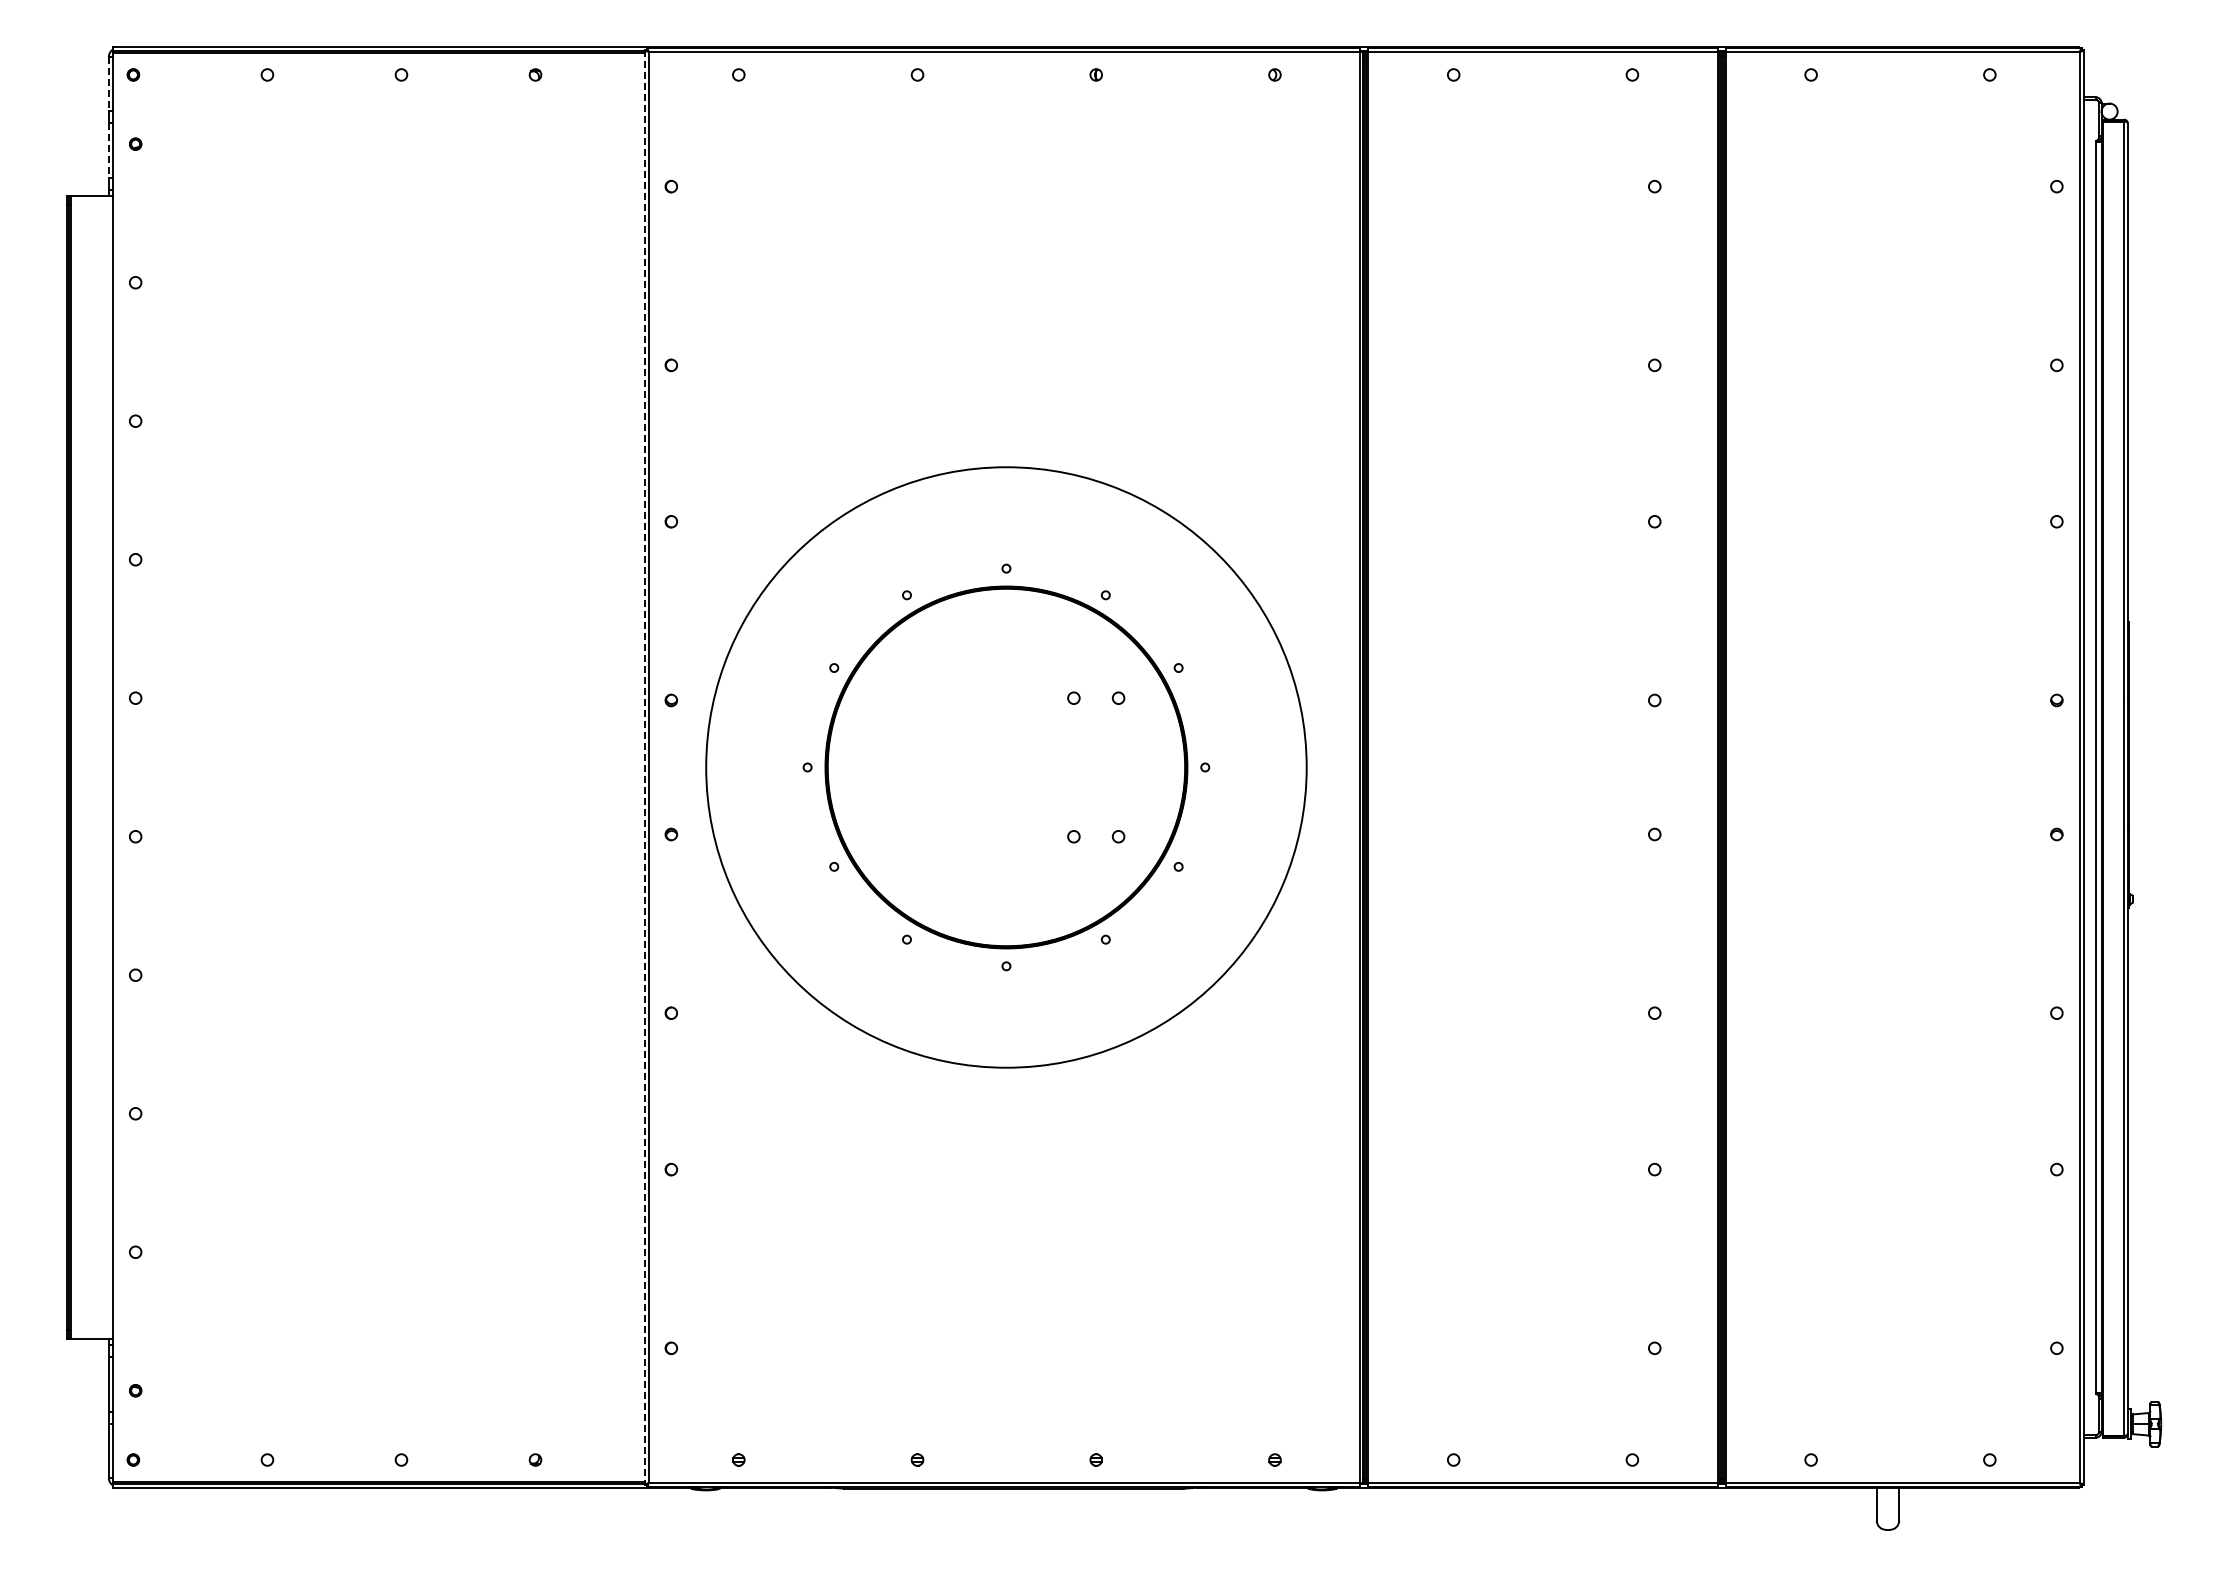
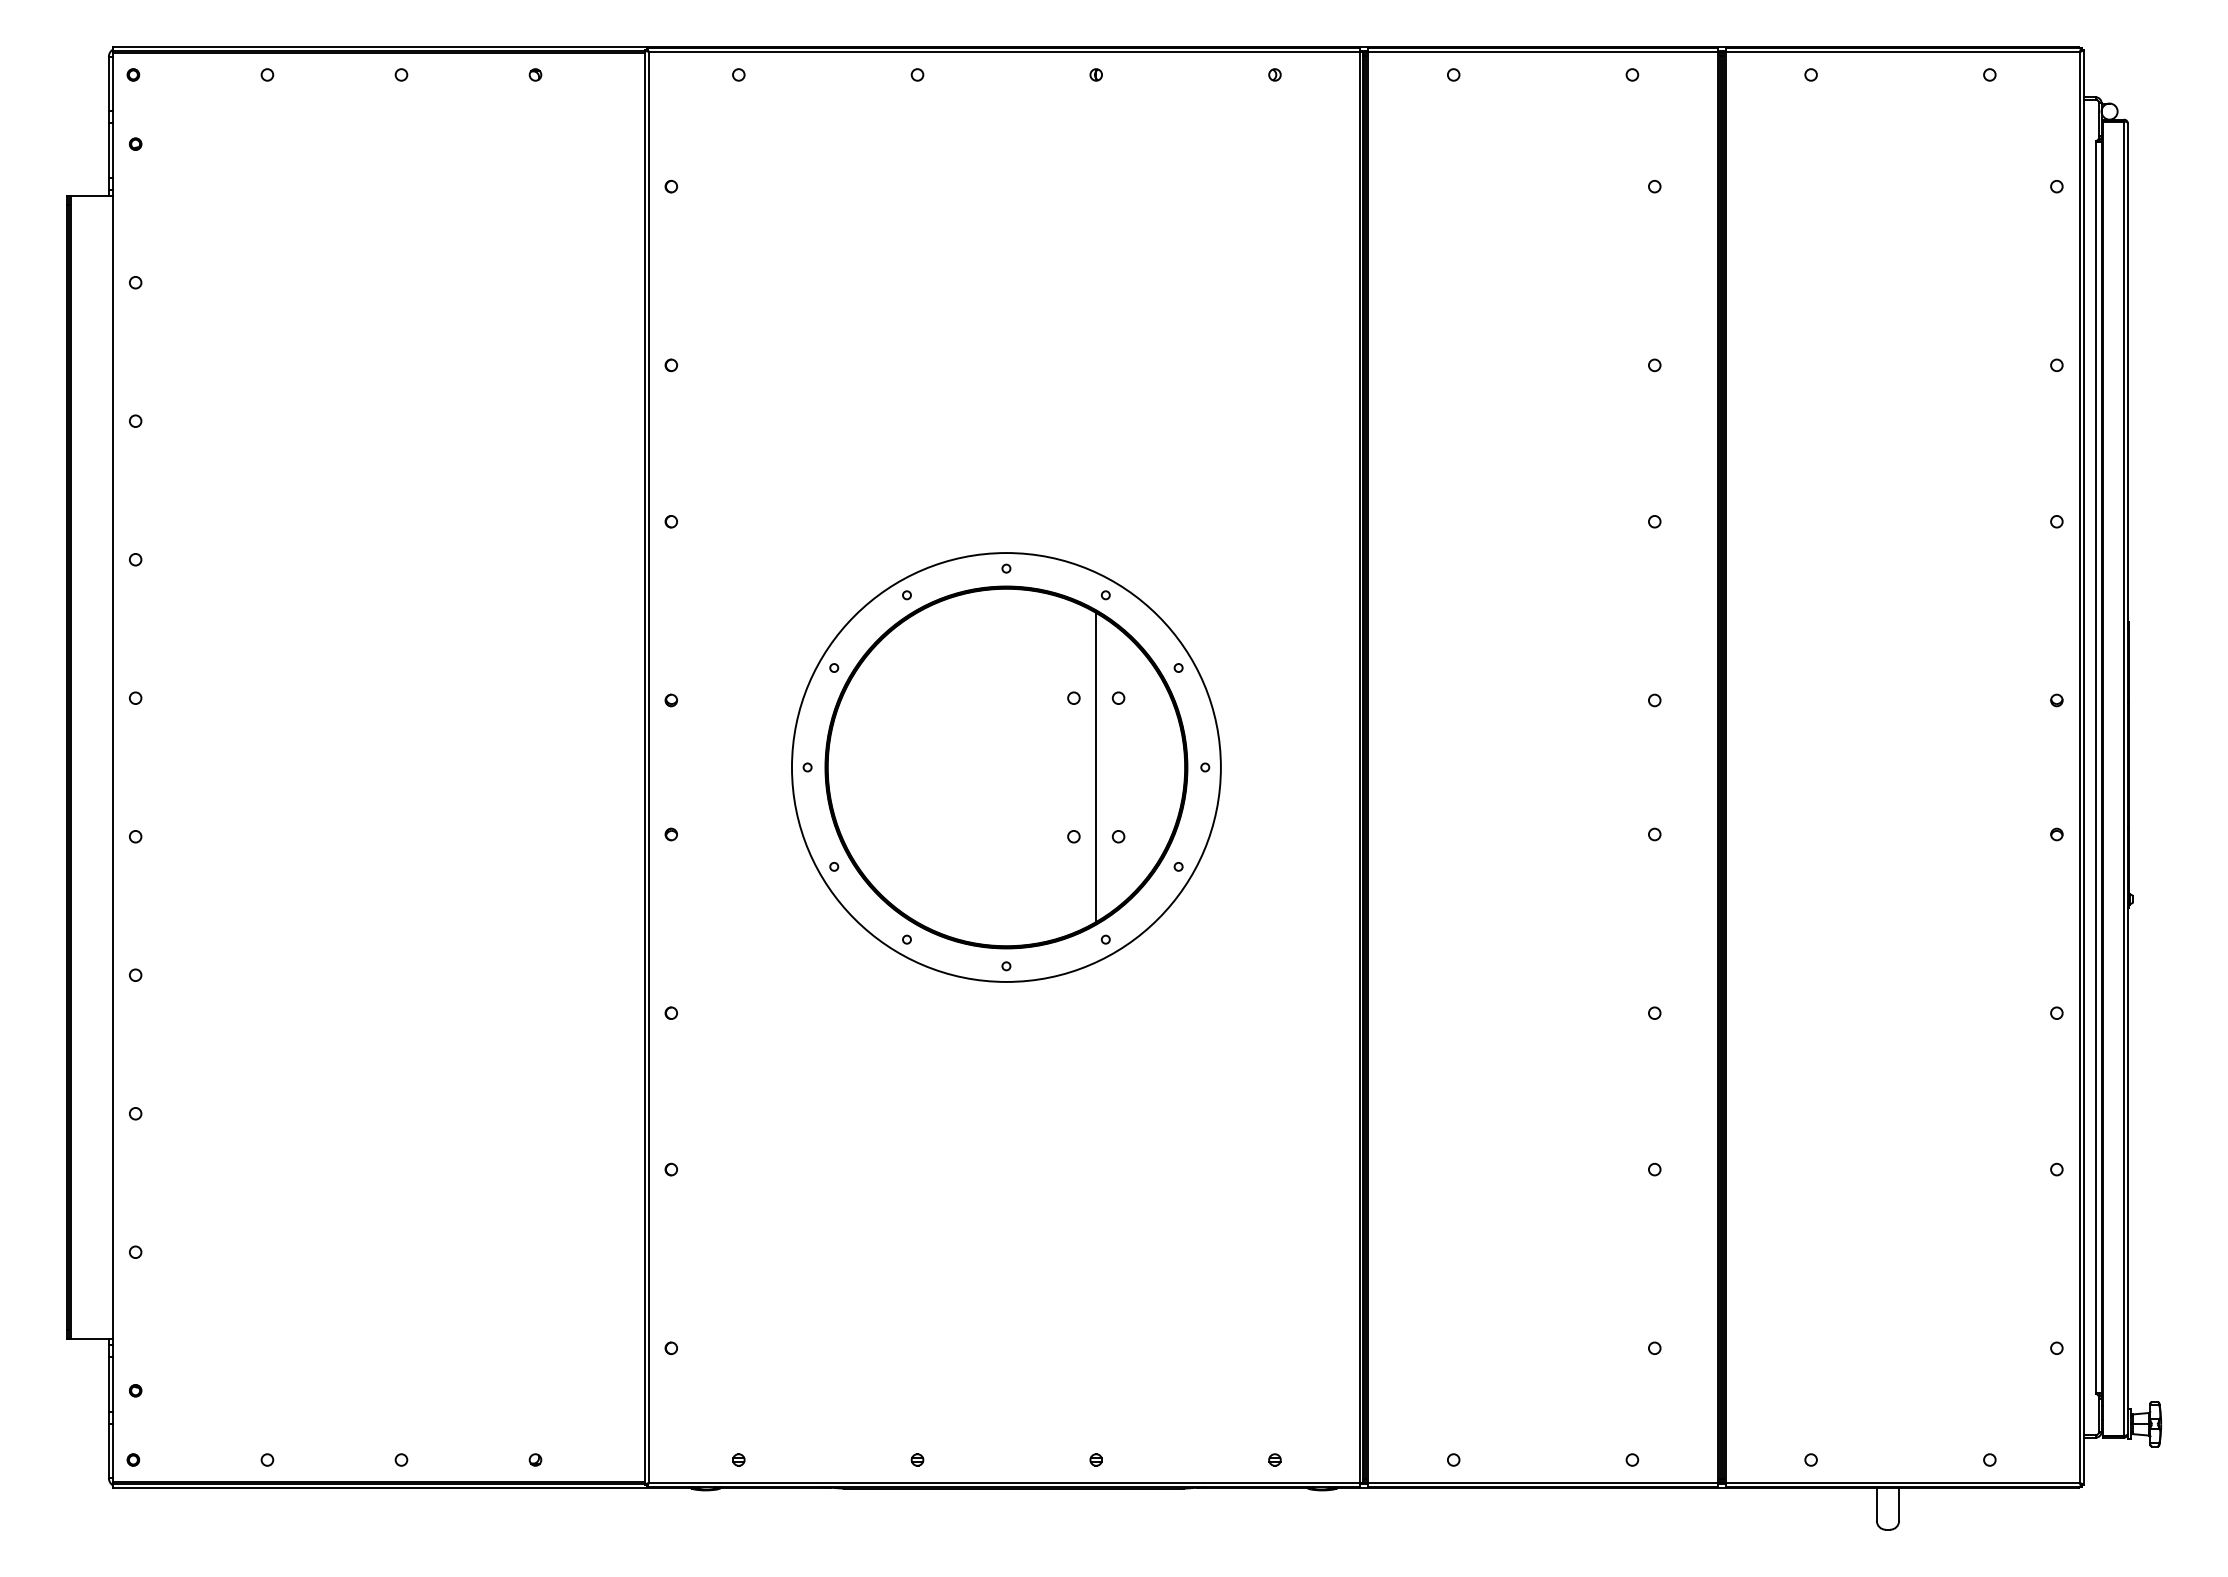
line at (108, 84): dashed -> solid
line at (108, 150): dashed -> solid
circle at (1006, 767) diameter: 600 px -> 429 px
line at (1096, 767): none -> present
line at (644, 768): dashed -> solid
